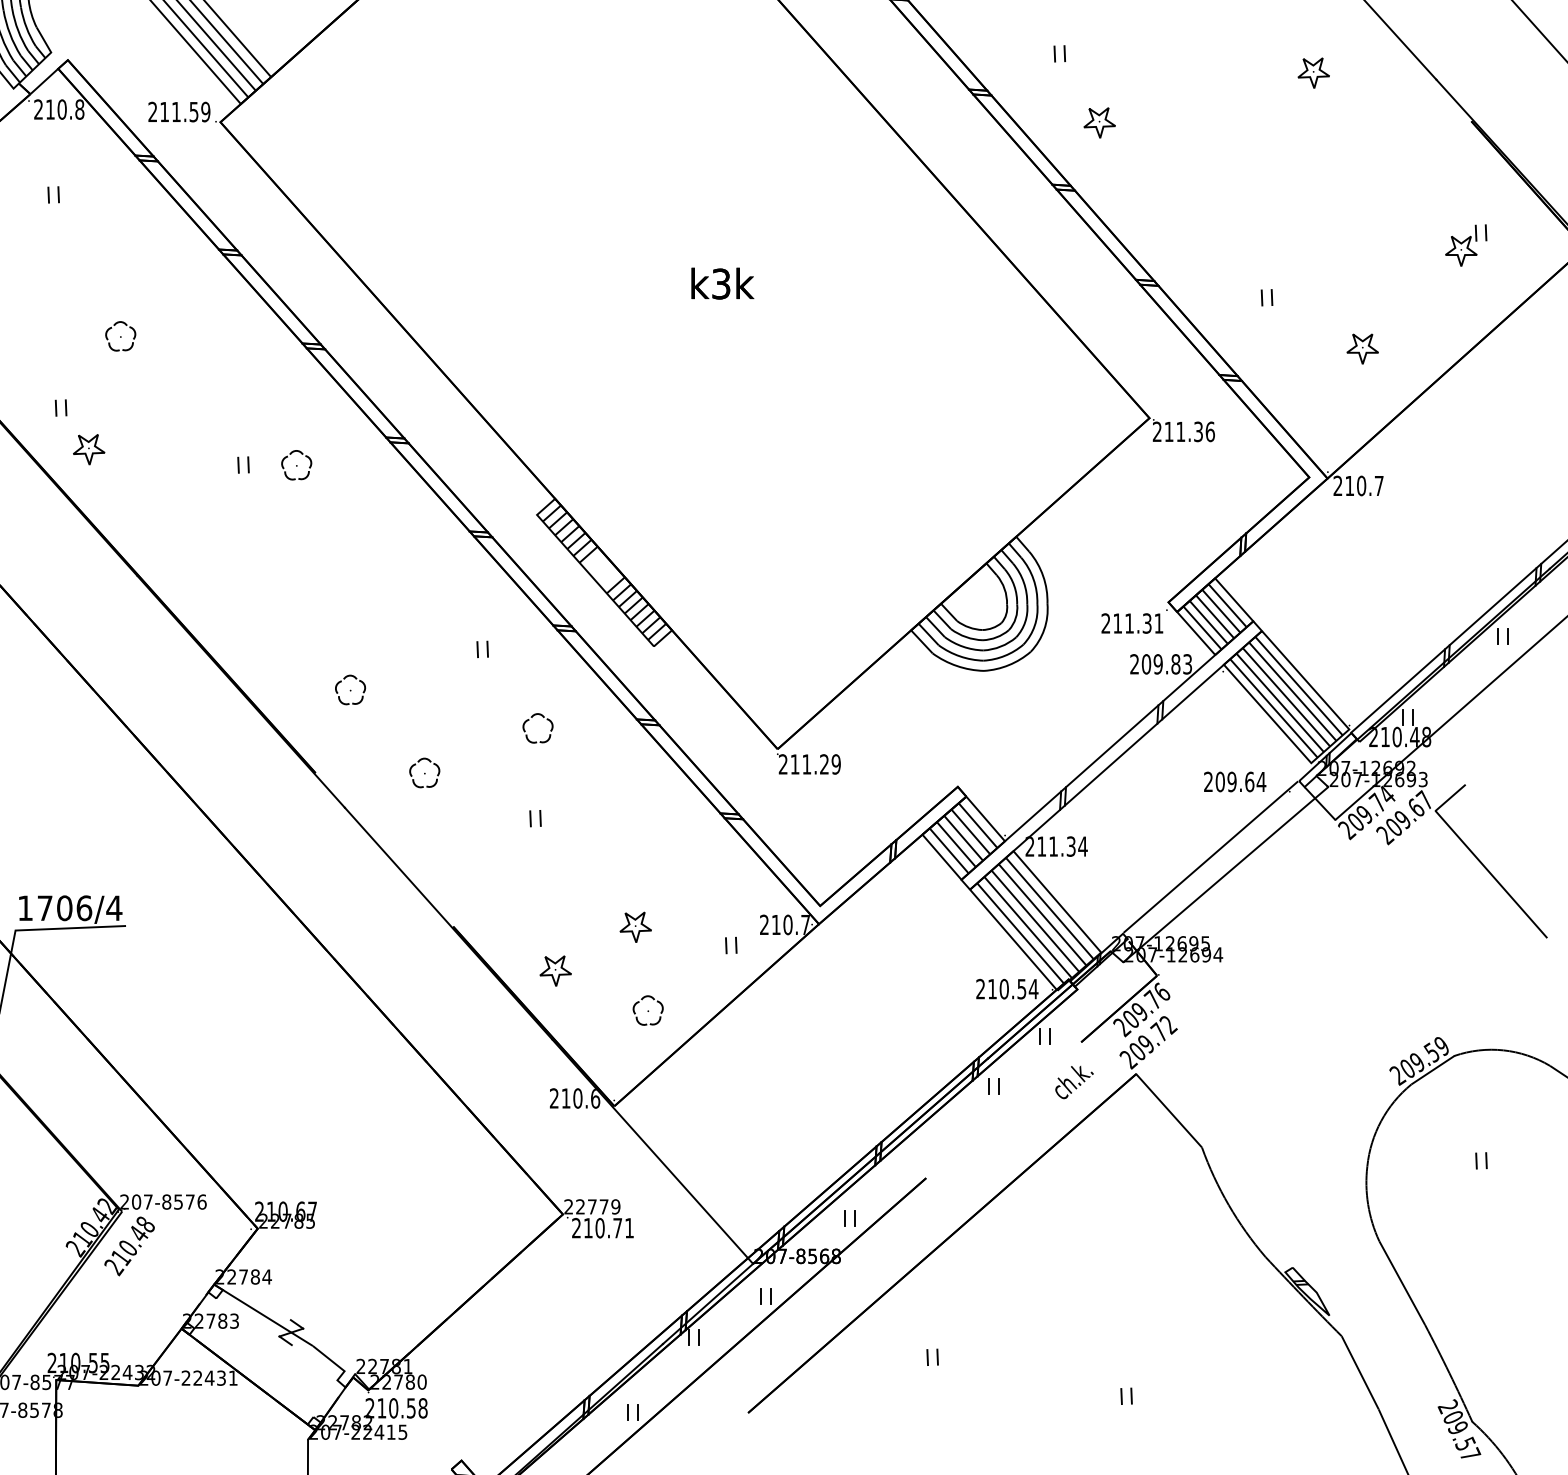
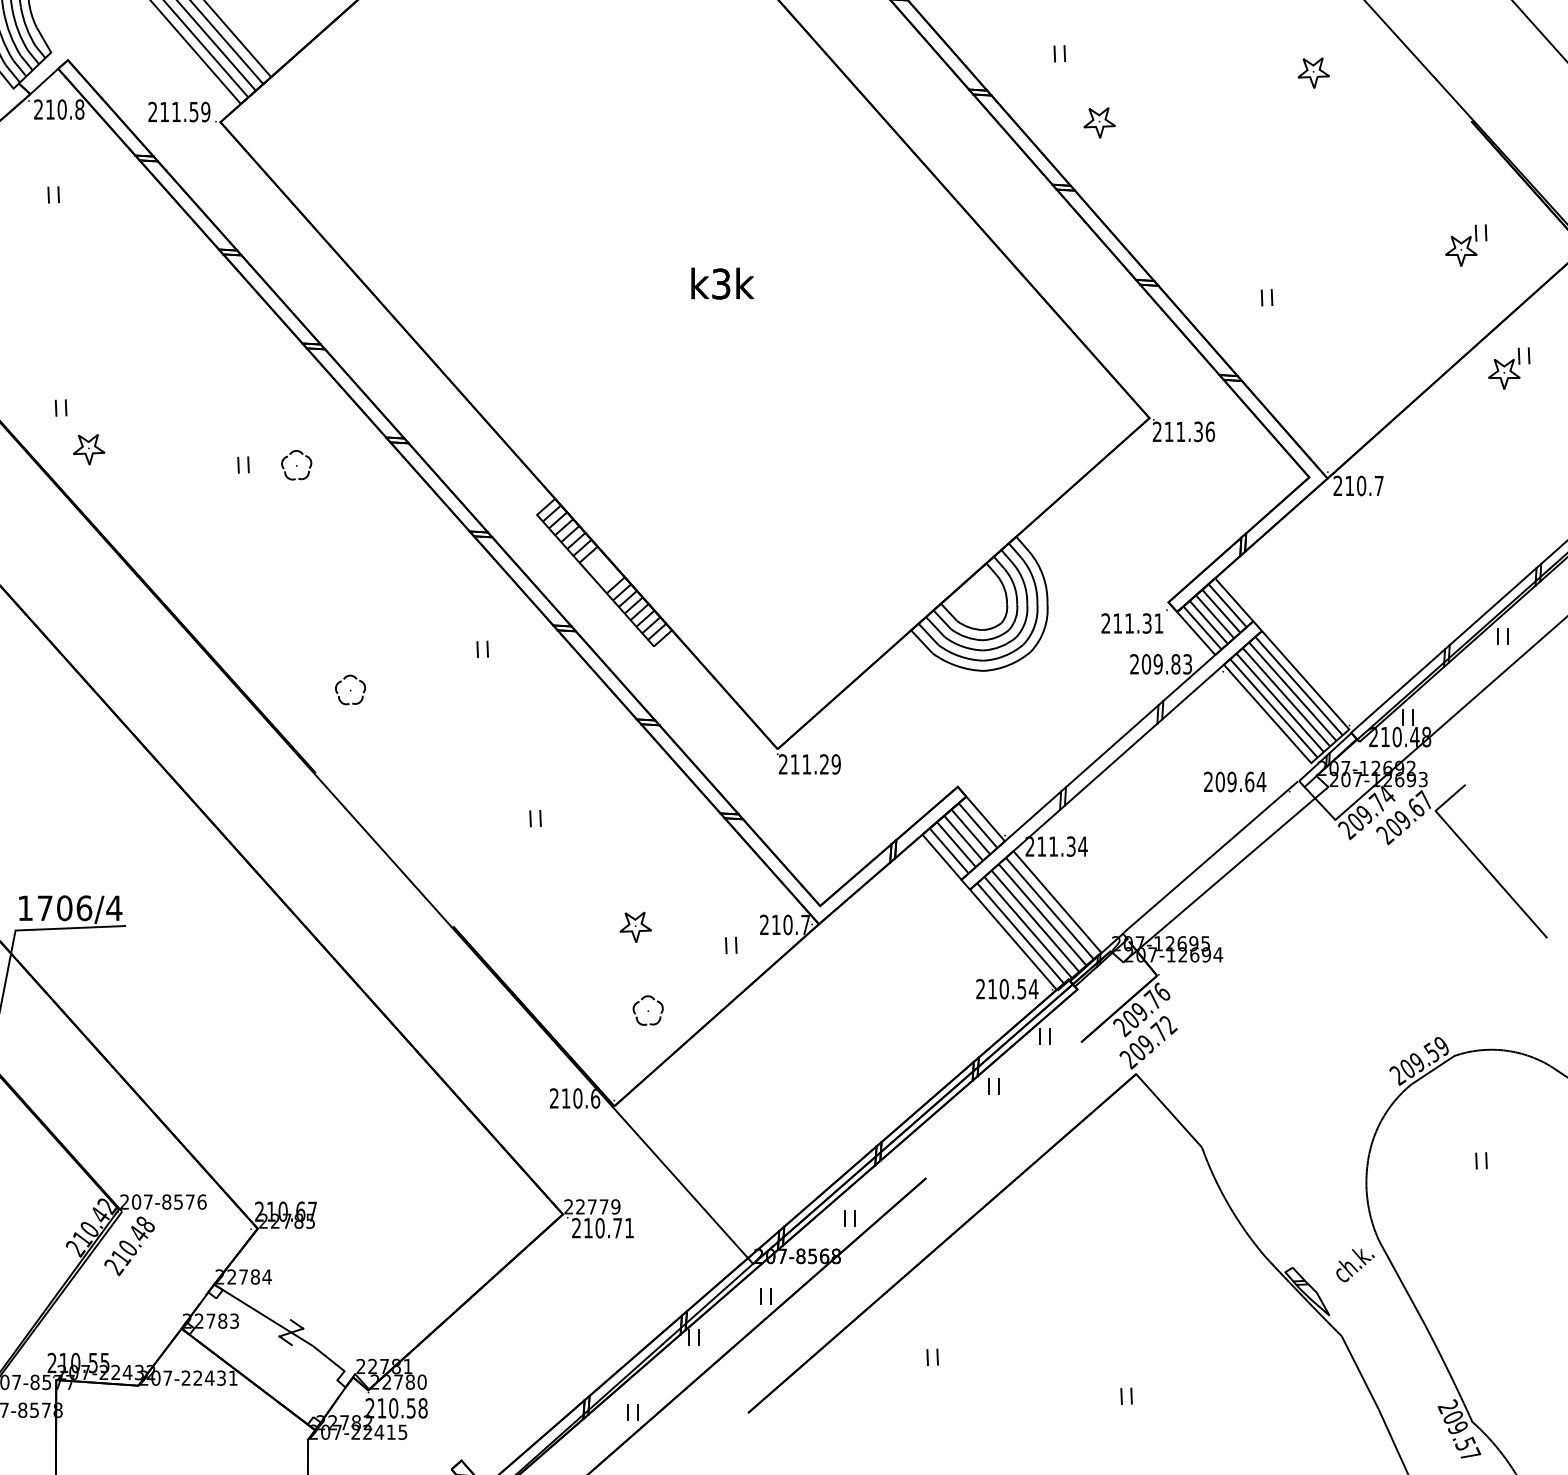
part at (120, 336): present -> none
part at (1362, 348): present -> none
part at (1509, 368): none -> present
part at (529, 720): present -> none
part at (424, 772): present -> none
part at (555, 970): present -> none
text at (1074, 1082) position: (1074, 1082) -> (1355, 1265)
